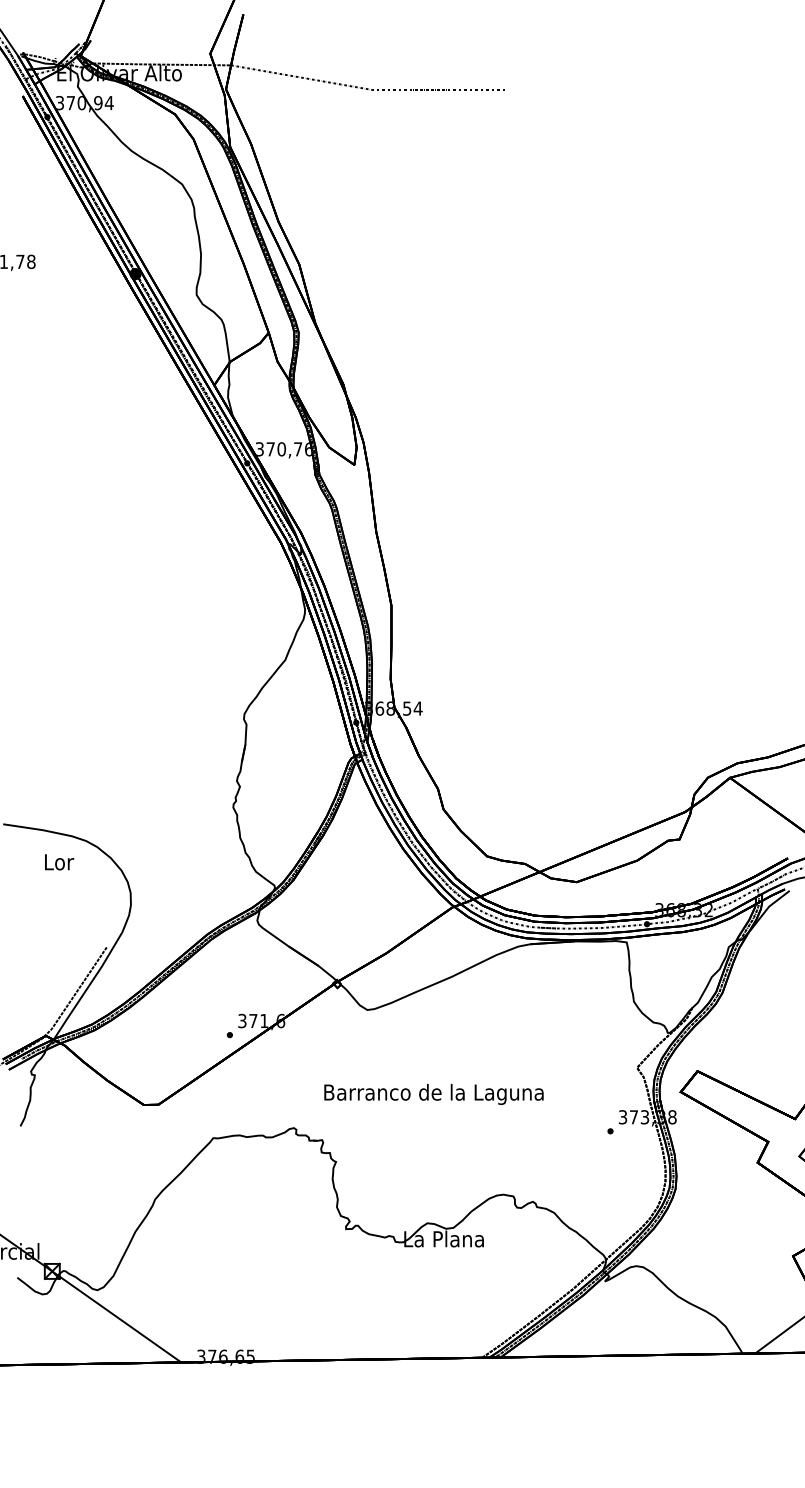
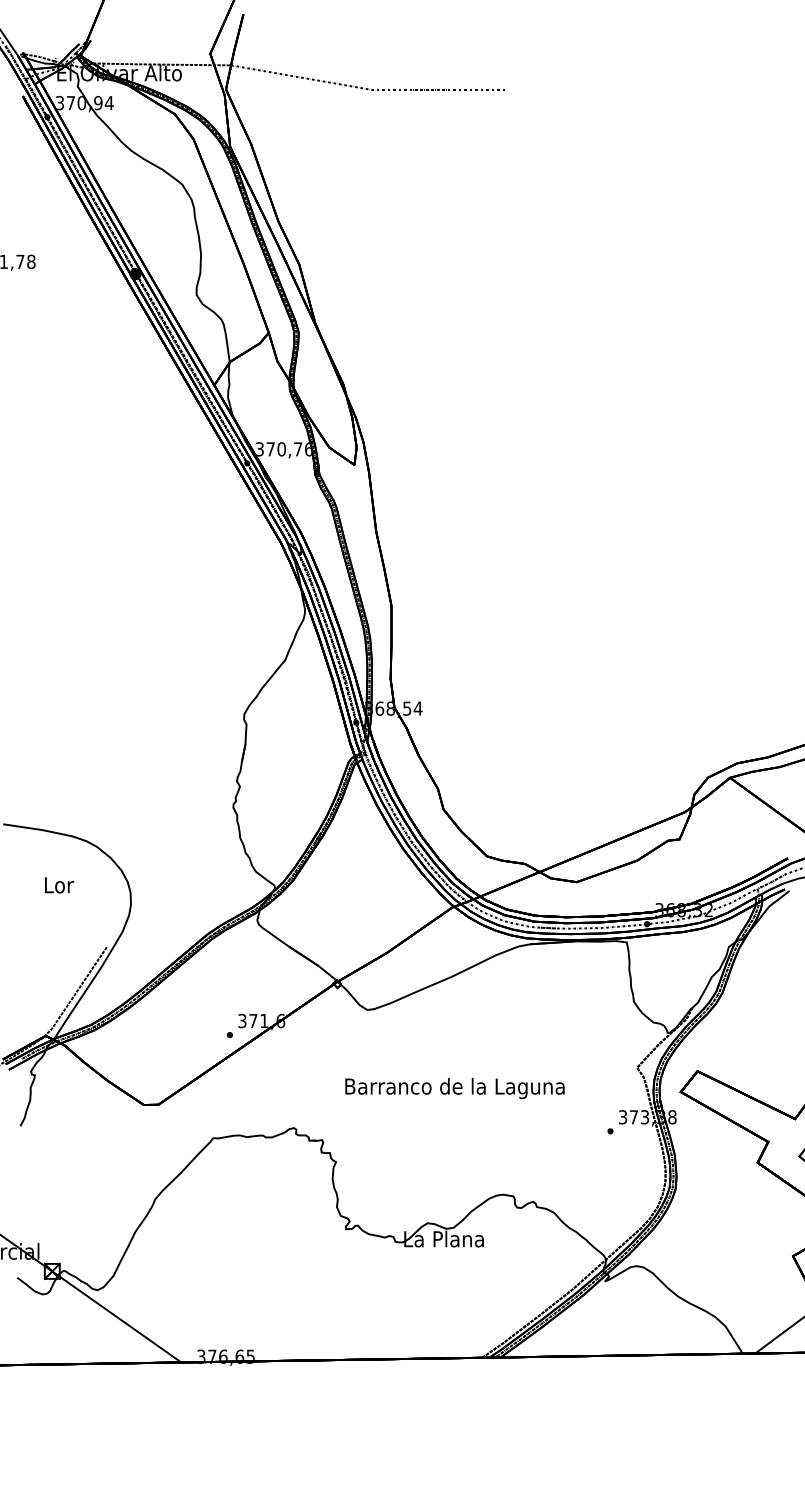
text at (59, 862) position: (59, 862) -> (59, 885)
text at (433, 1093) position: (433, 1093) -> (454, 1087)
